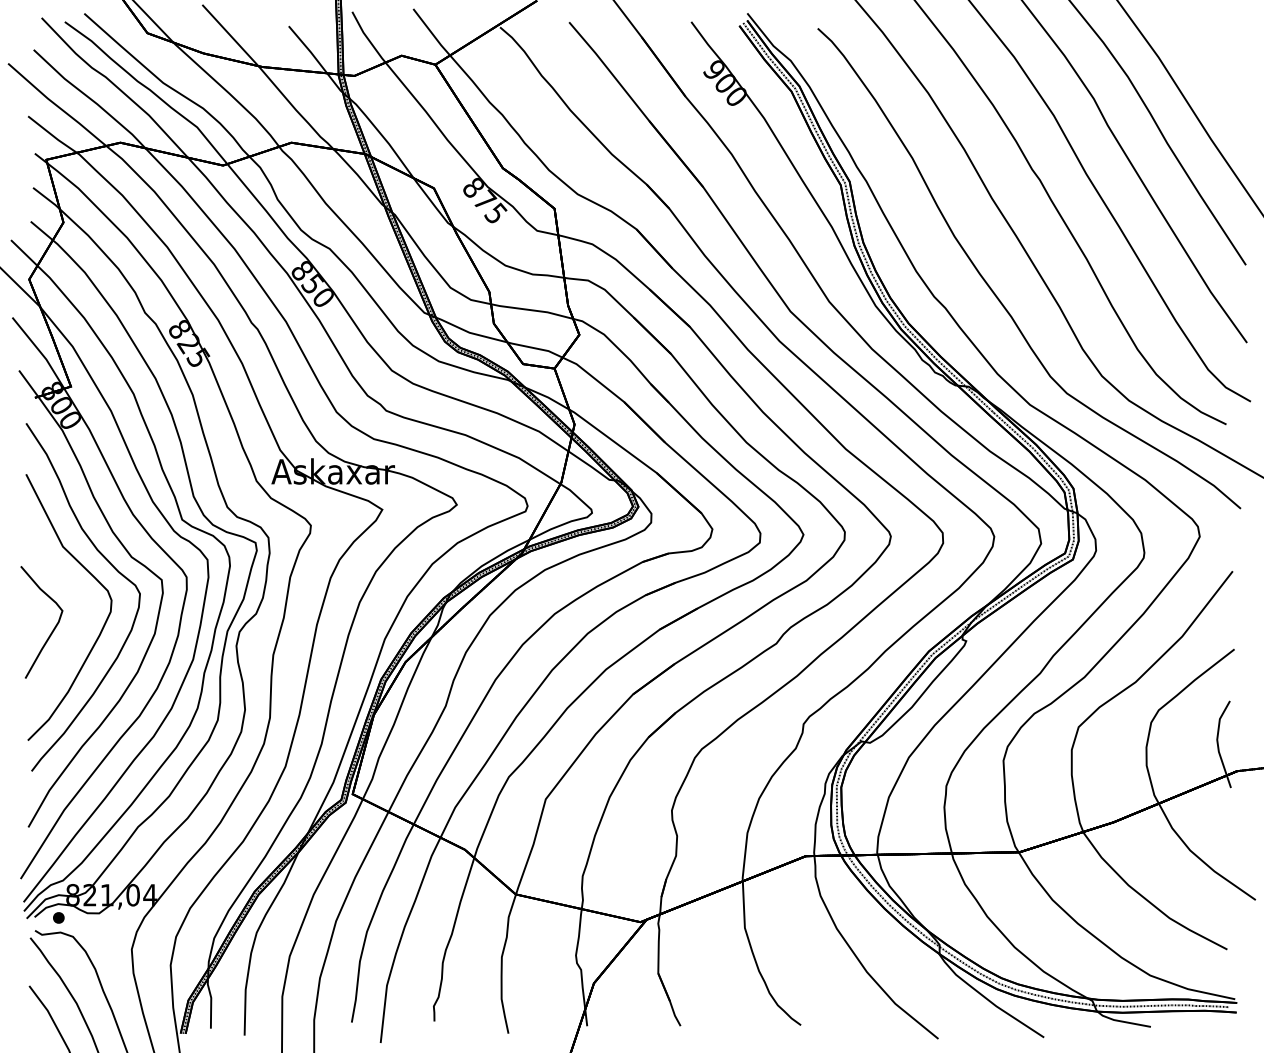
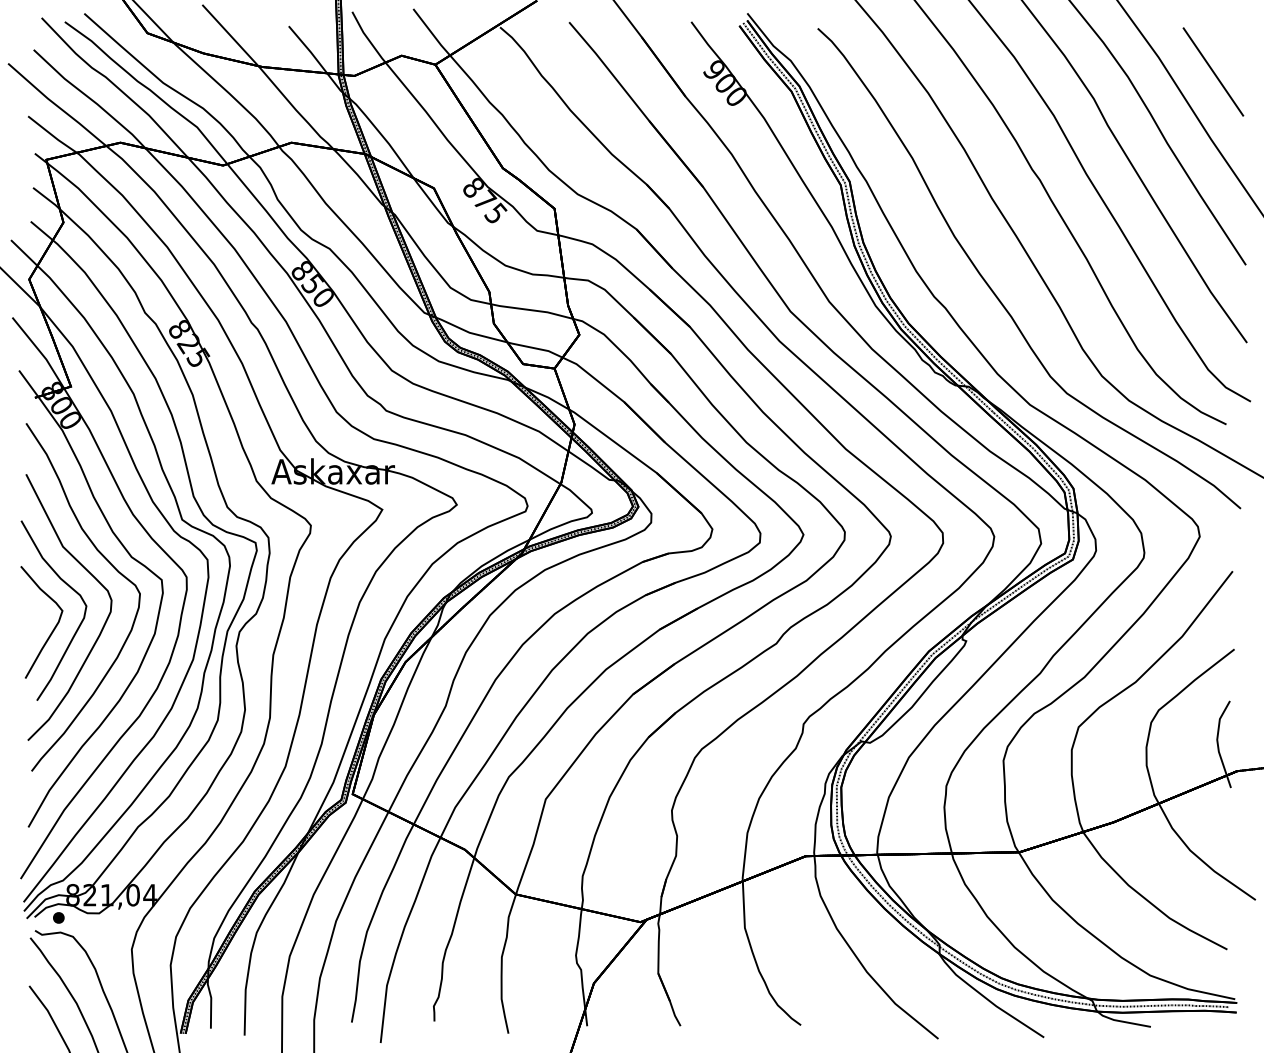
line at (1213, 71): none -> present
curve at (71, 589): none -> present
